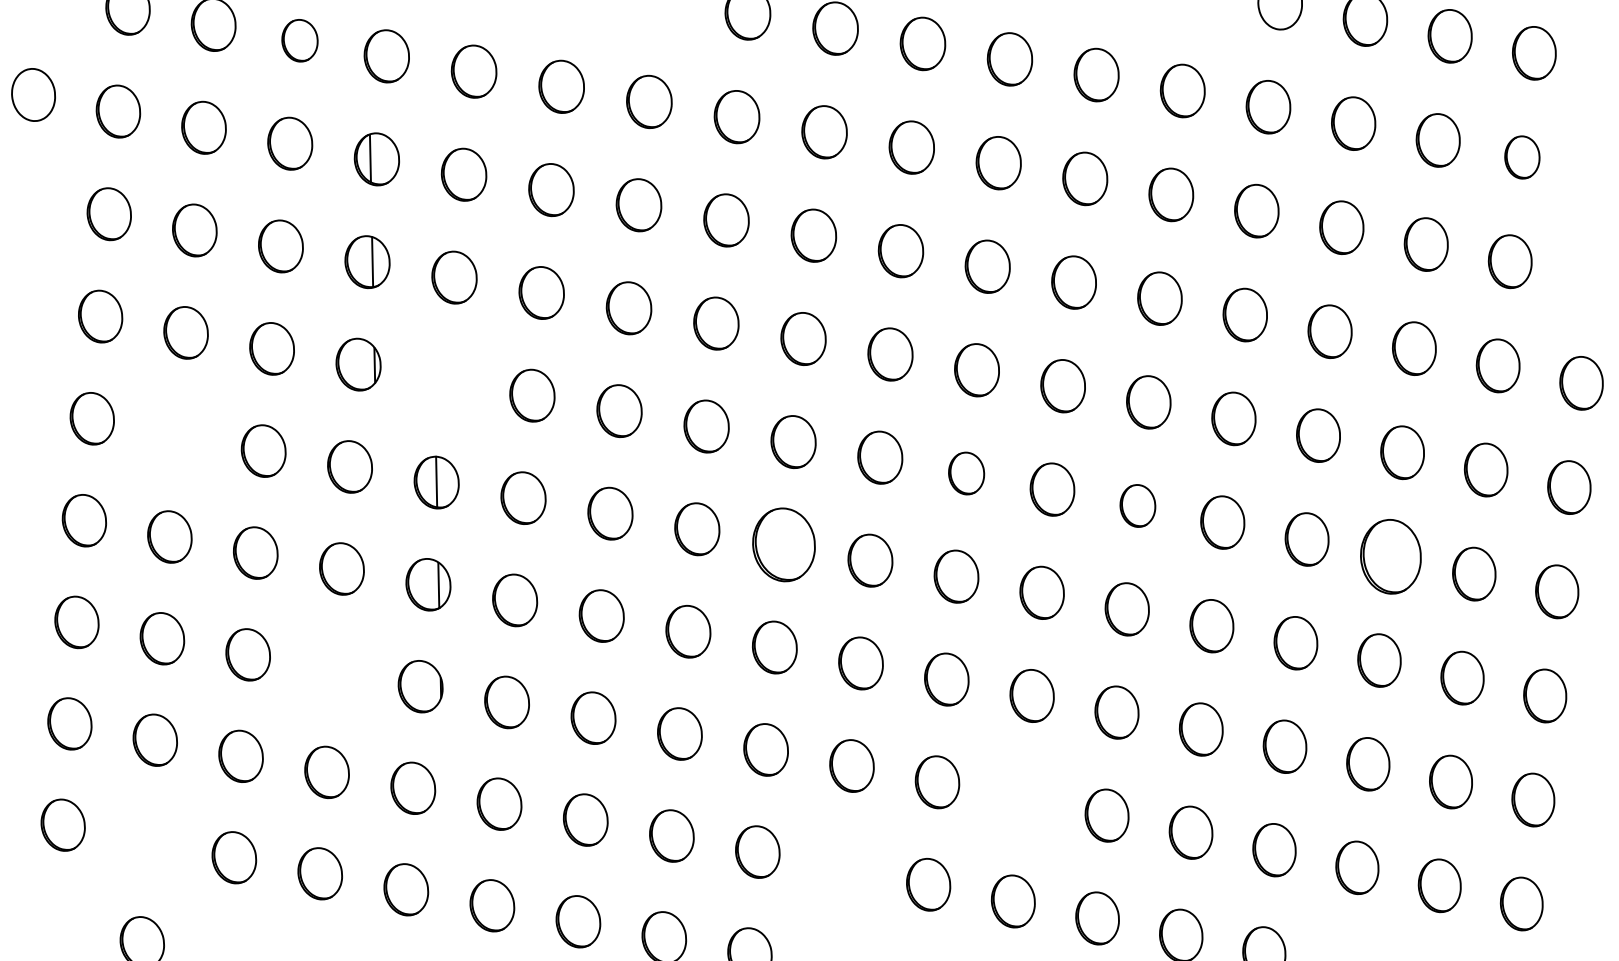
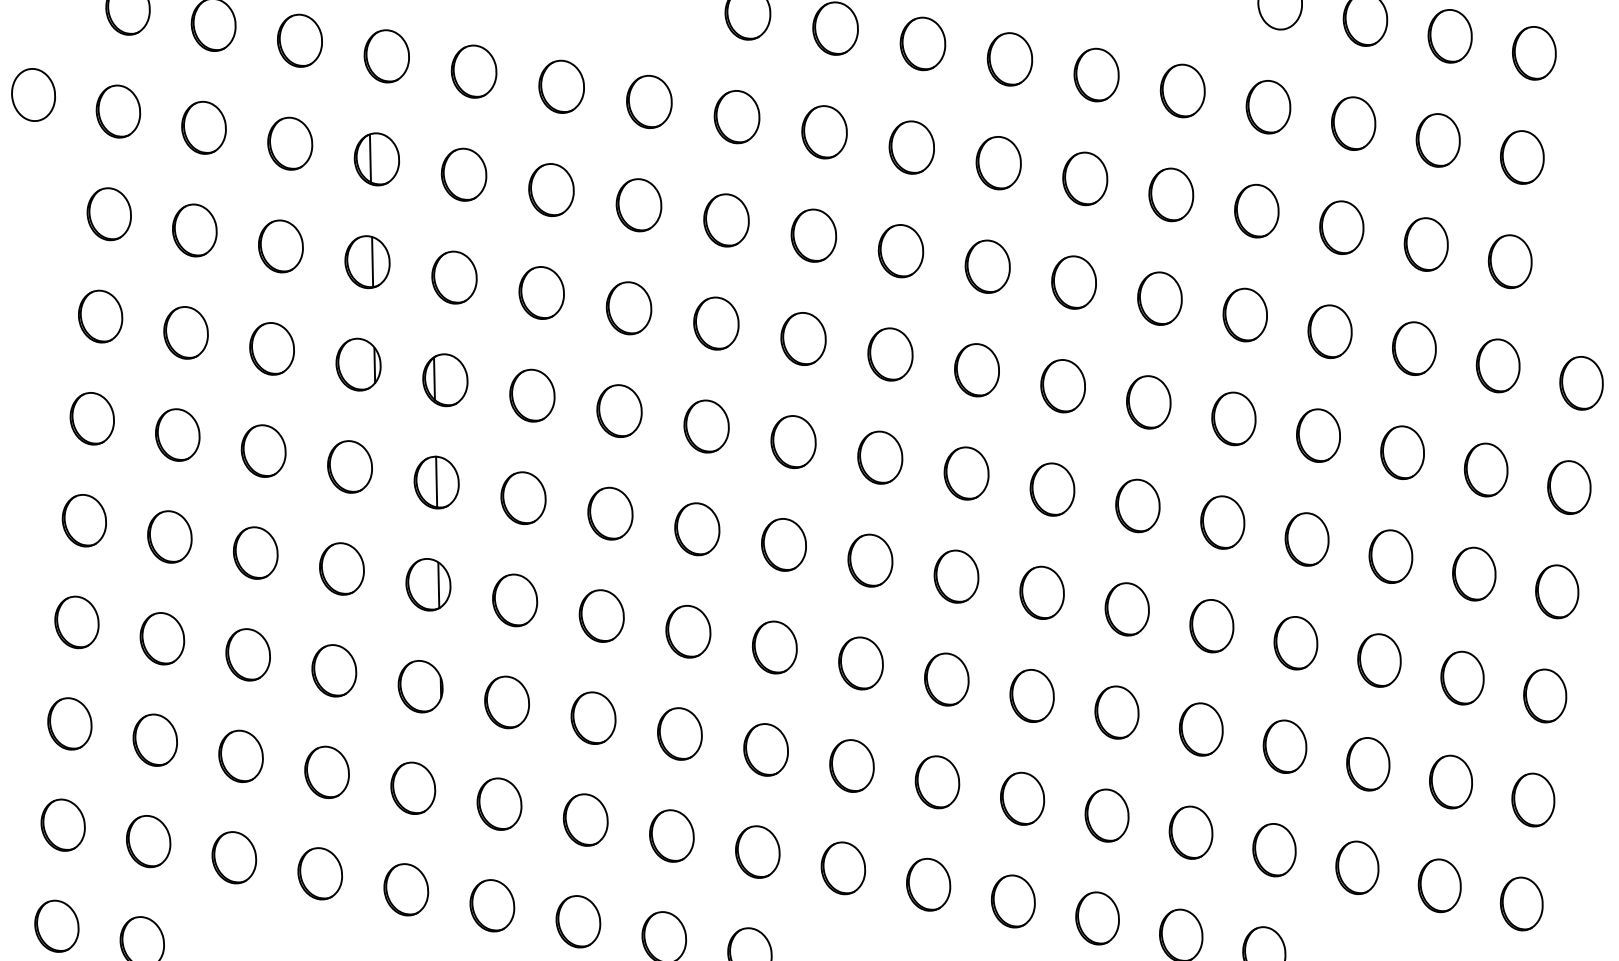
part at (299, 40) size: 38x44 px -> 46x55 px
part at (1522, 157) size: 37x45 px -> 45x55 px
part at (445, 380): none -> present
part at (177, 434): none -> present
part at (966, 473) size: 38x45 px -> 47x55 px
part at (1137, 505) size: 38x44 px -> 46x56 px
part at (783, 544) size: 64x76 px -> 46x54 px
part at (1390, 556) size: 62x76 px -> 46x55 px
part at (334, 670): none -> present
part at (1022, 798): none -> present
part at (148, 841): none -> present
part at (843, 868): none -> present
part at (56, 925): none -> present
